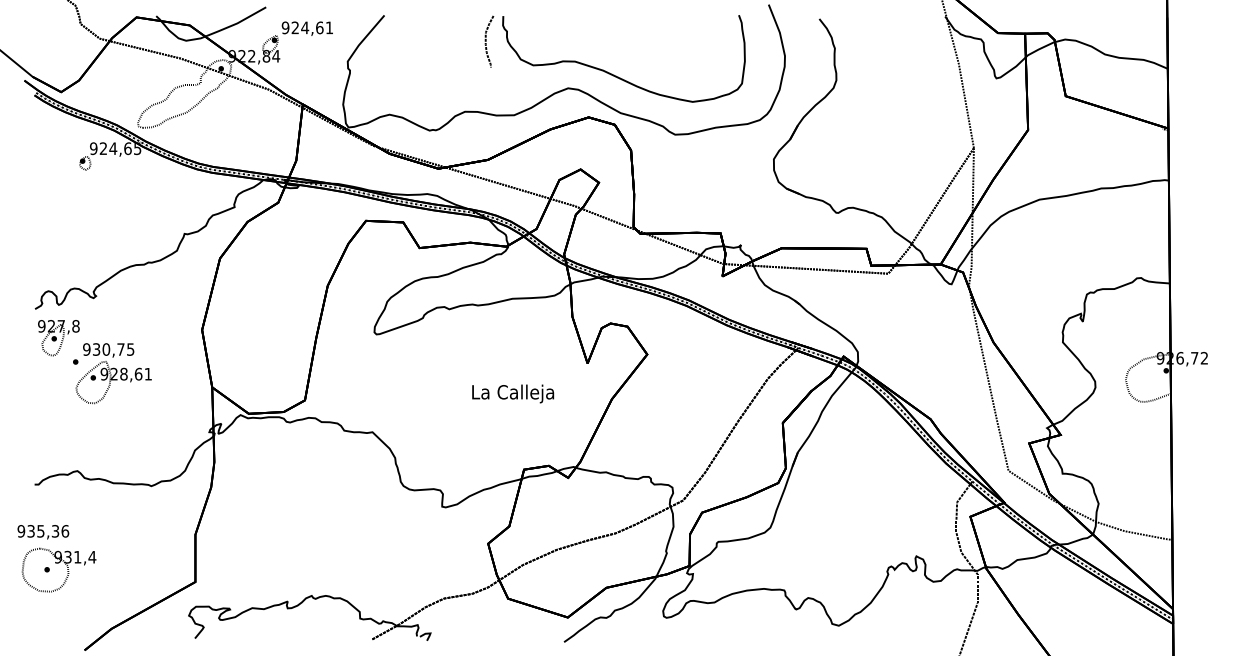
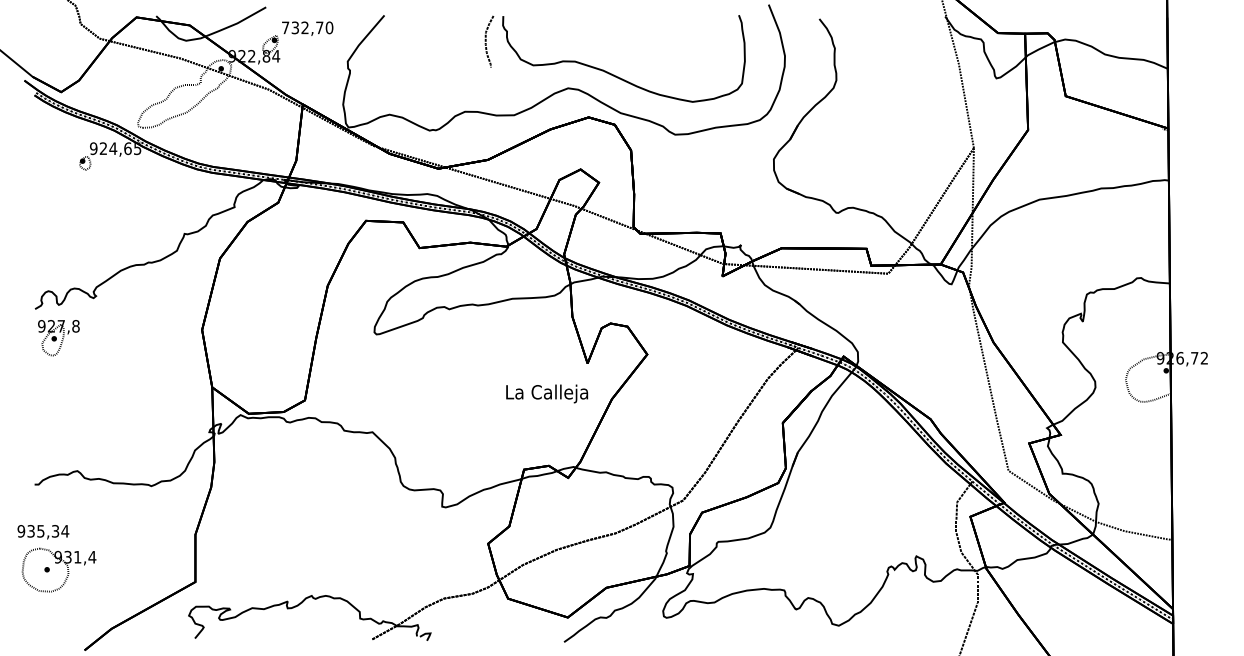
text at (307, 27): 924,61 -> 732,70
part at (112, 373): present -> none
text at (513, 393) position: (513, 393) -> (547, 393)
text at (65, 531): 935,36 -> 935,34
